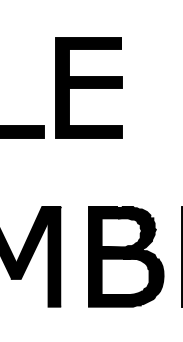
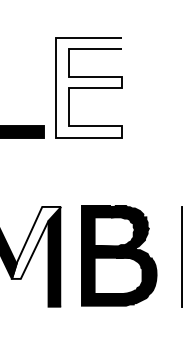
fill at (88, 87): present -> none
fill at (36, 242): present -> none
part at (126, 256) position: (126, 256) -> (119, 255)
